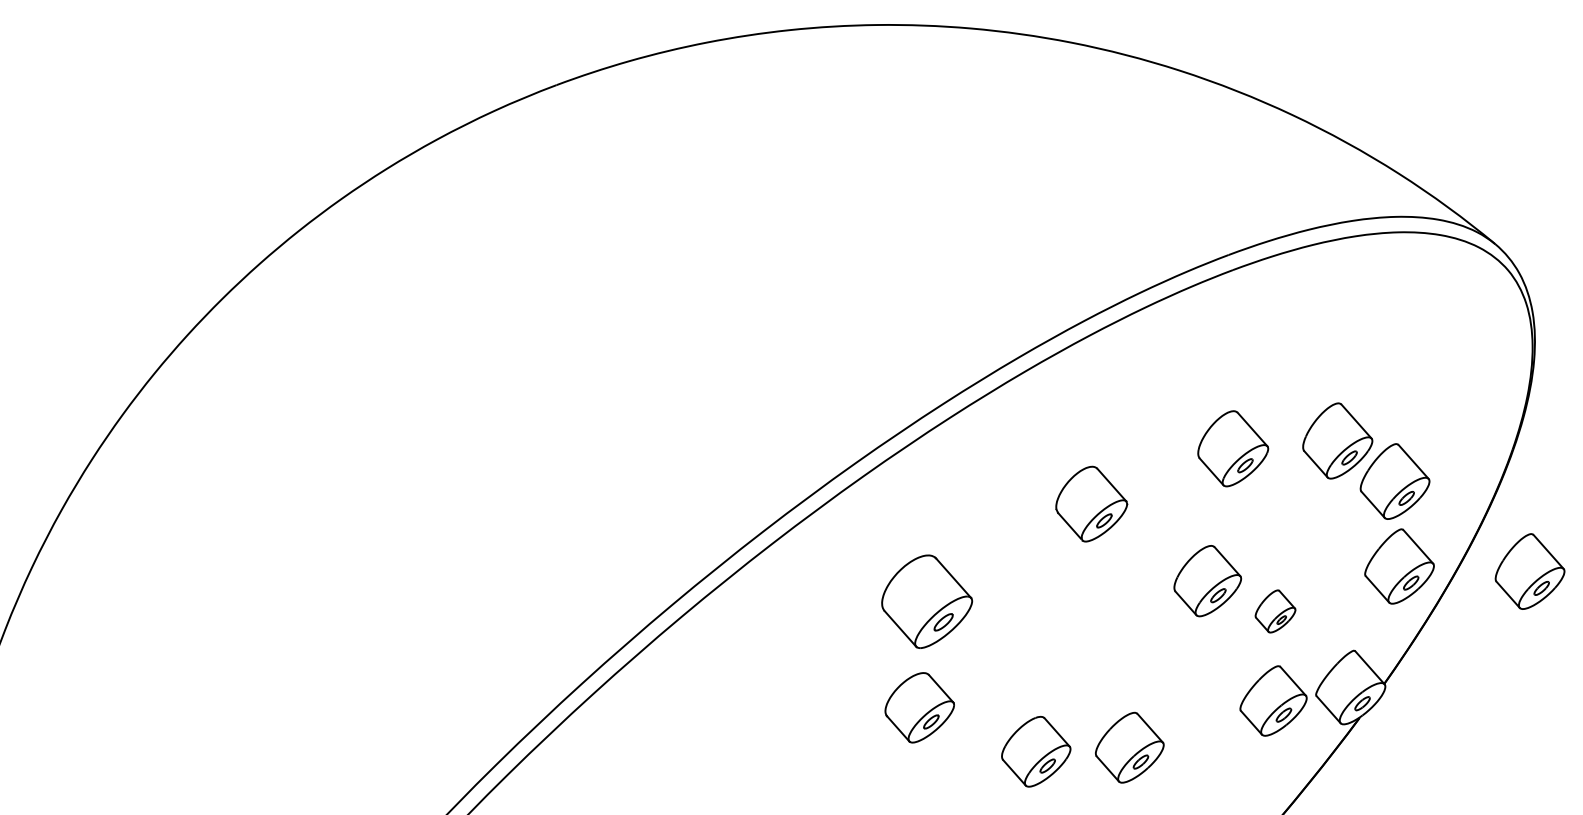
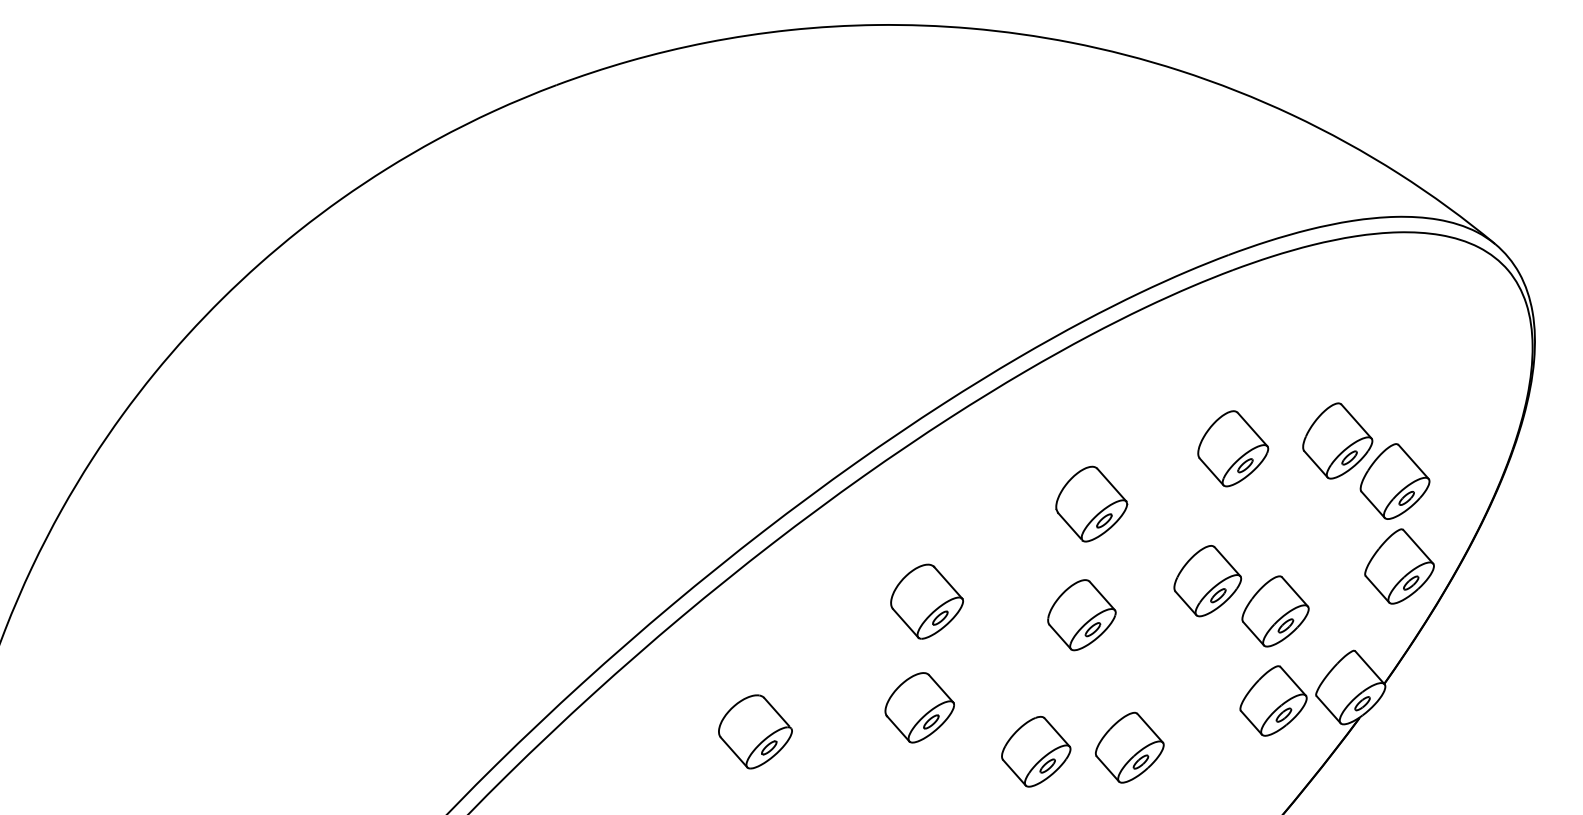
part at (1529, 571): present -> none
part at (927, 601) size: 93x95 px -> 74x77 px
part at (1275, 611) size: 43x45 px -> 69x73 px
part at (1081, 615): none -> present
part at (755, 731): none -> present
